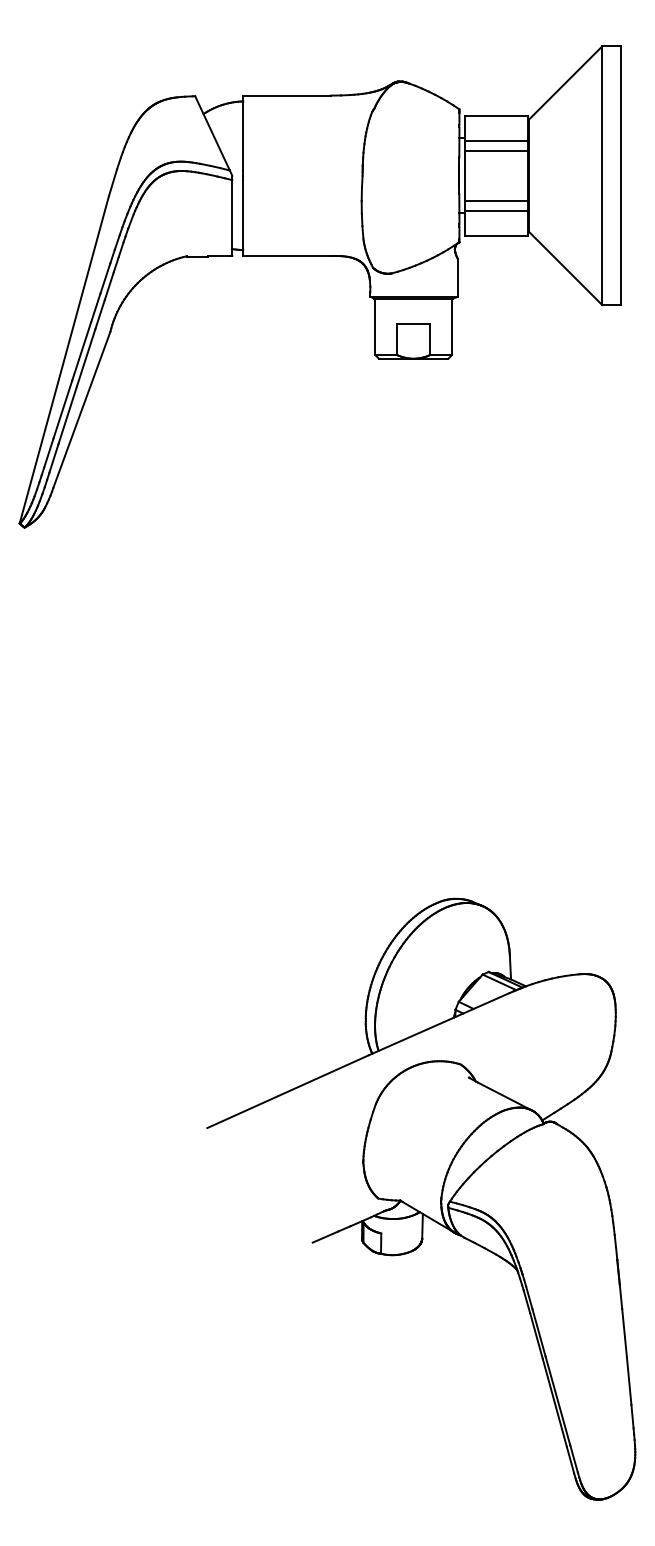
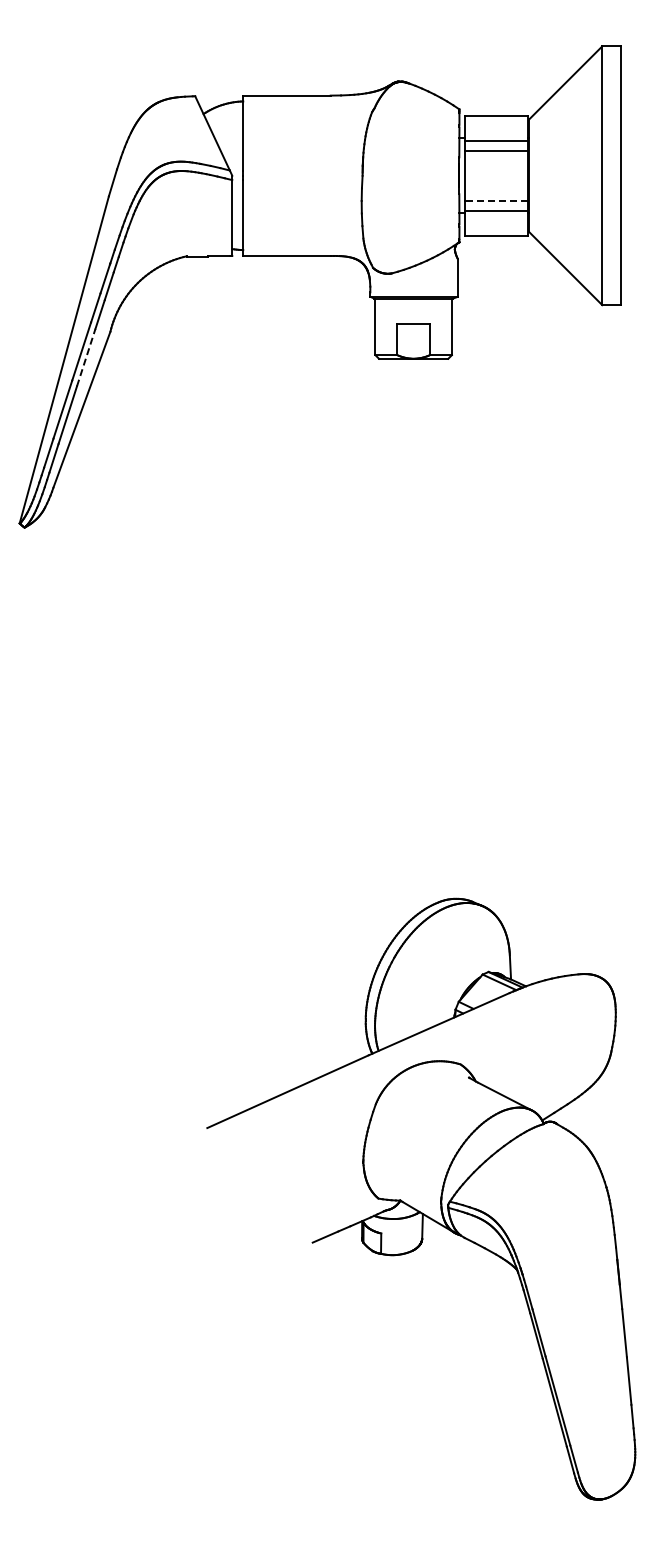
line at (495, 200): solid -> dashed
line at (86, 357): solid -> dashed
